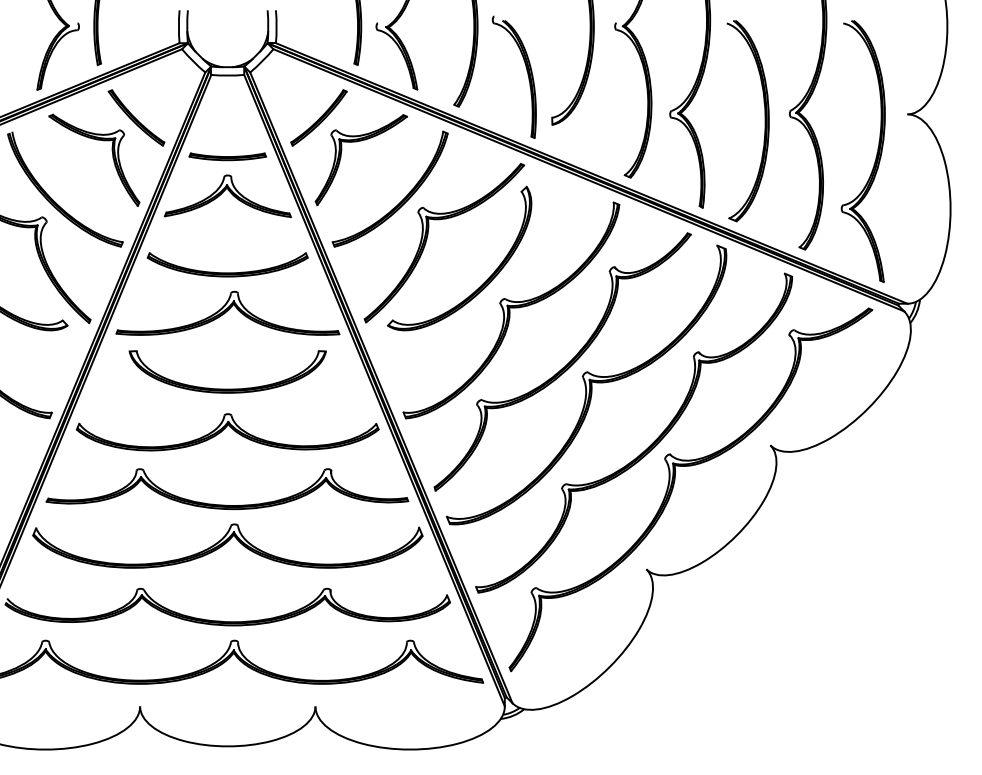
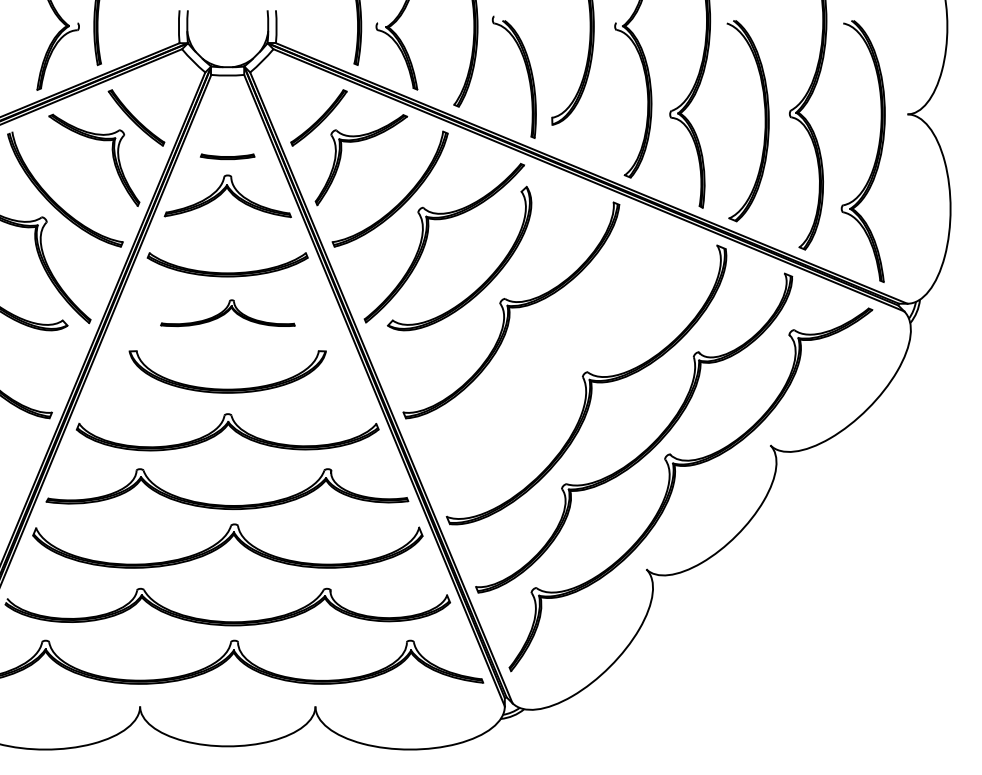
part at (227, 156) size: 79x10 px -> 57x7 px
part at (227, 312) size: 226x46 px -> 136x29 px
part at (562, 361): present -> none
